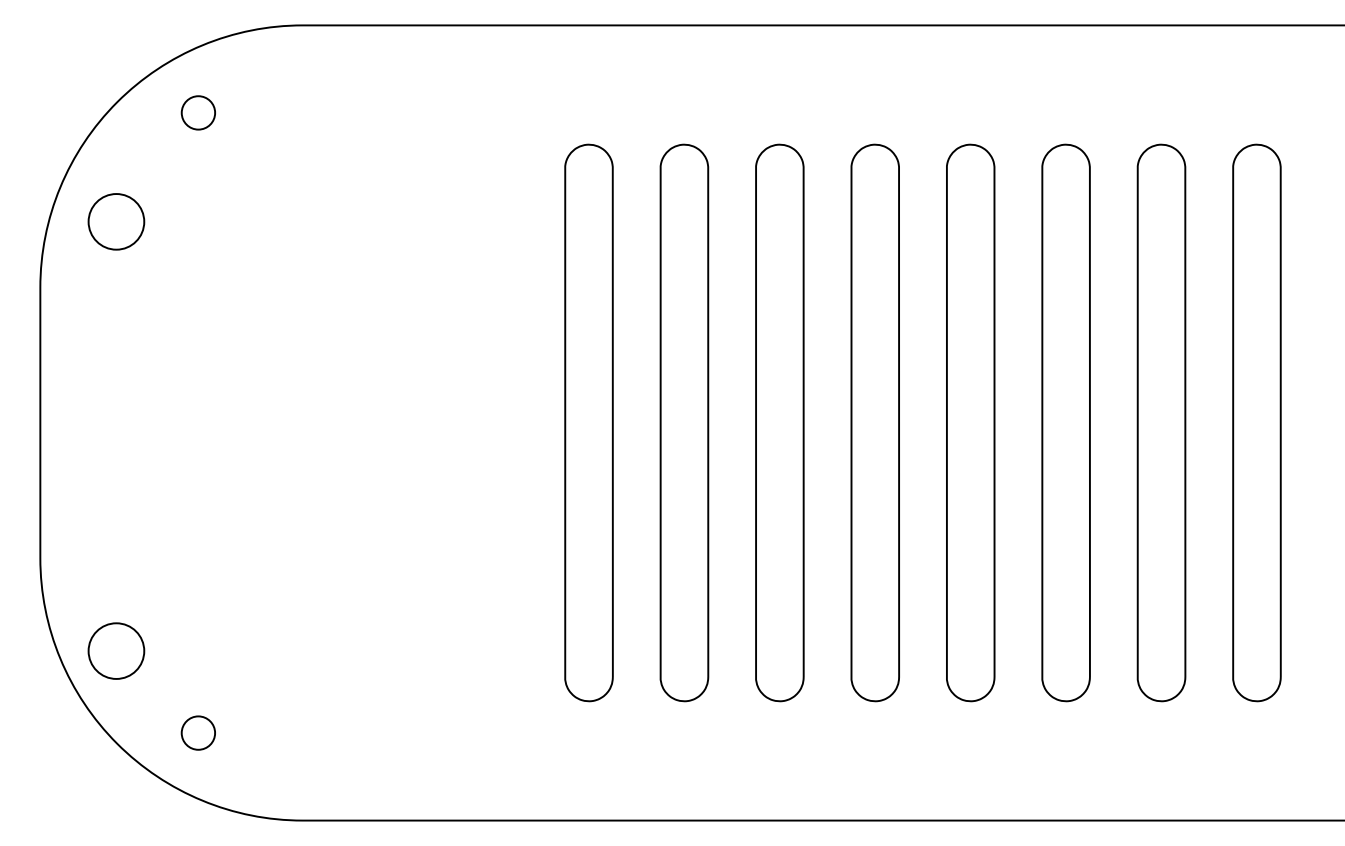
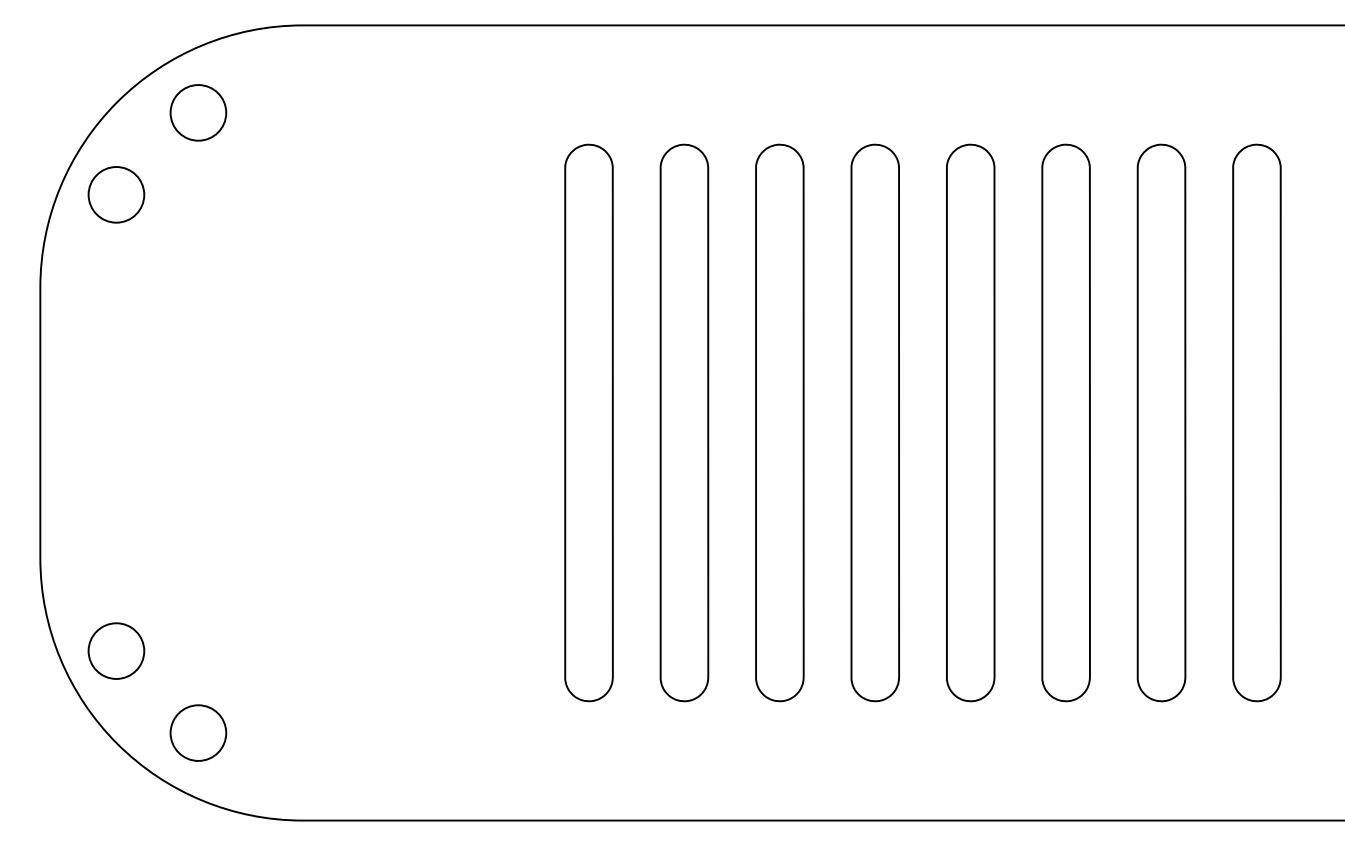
circle at (197, 112) size: 36x36 px -> 59x58 px
circle at (116, 221) position: (116, 221) -> (116, 194)
circle at (198, 732) diameter: 33 px -> 56 px
